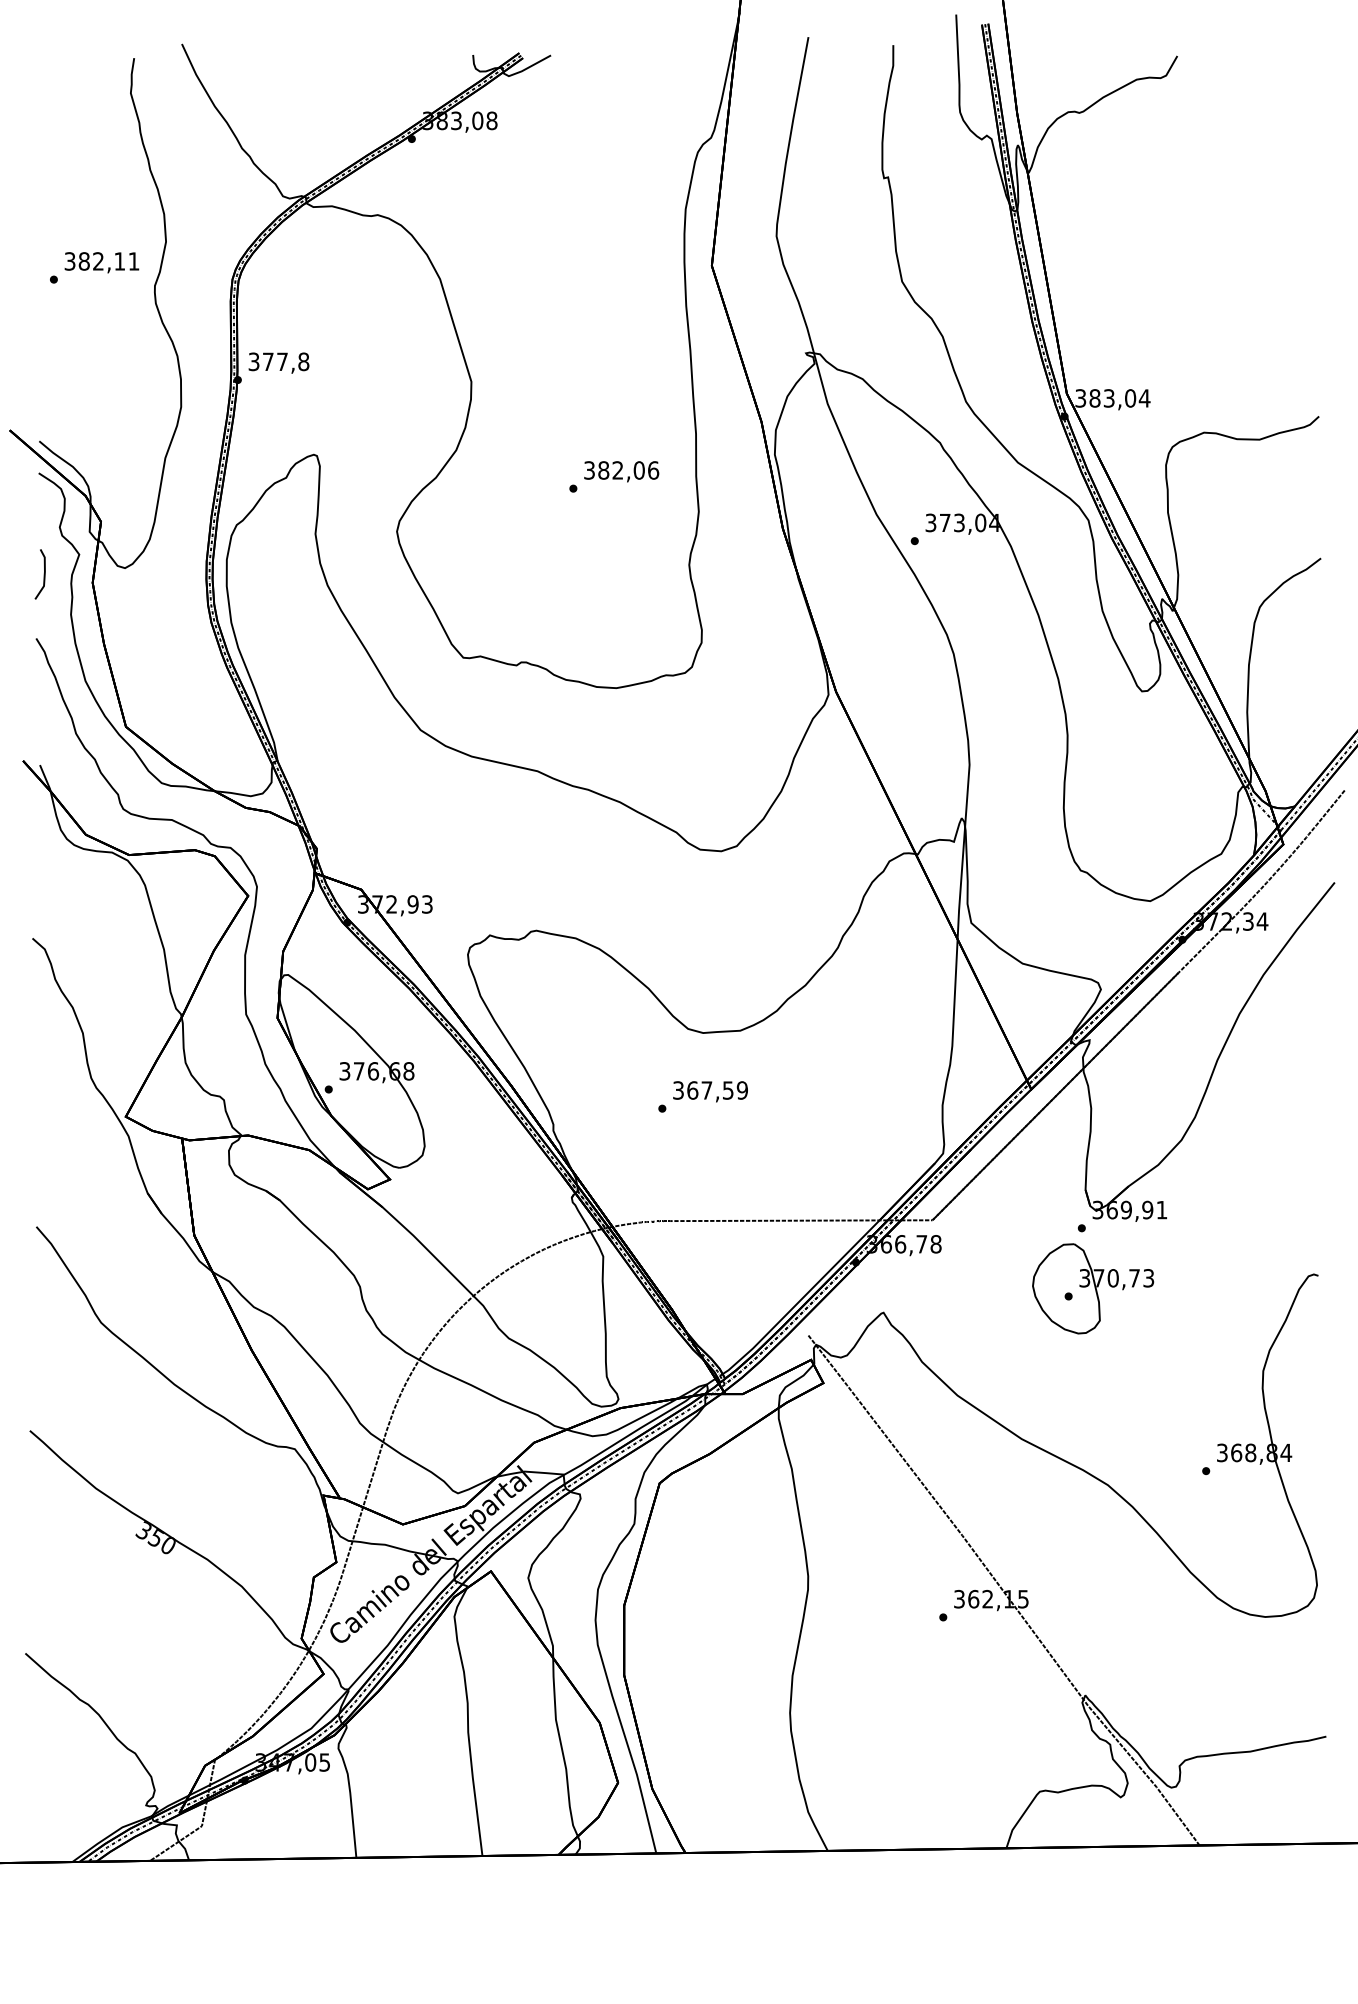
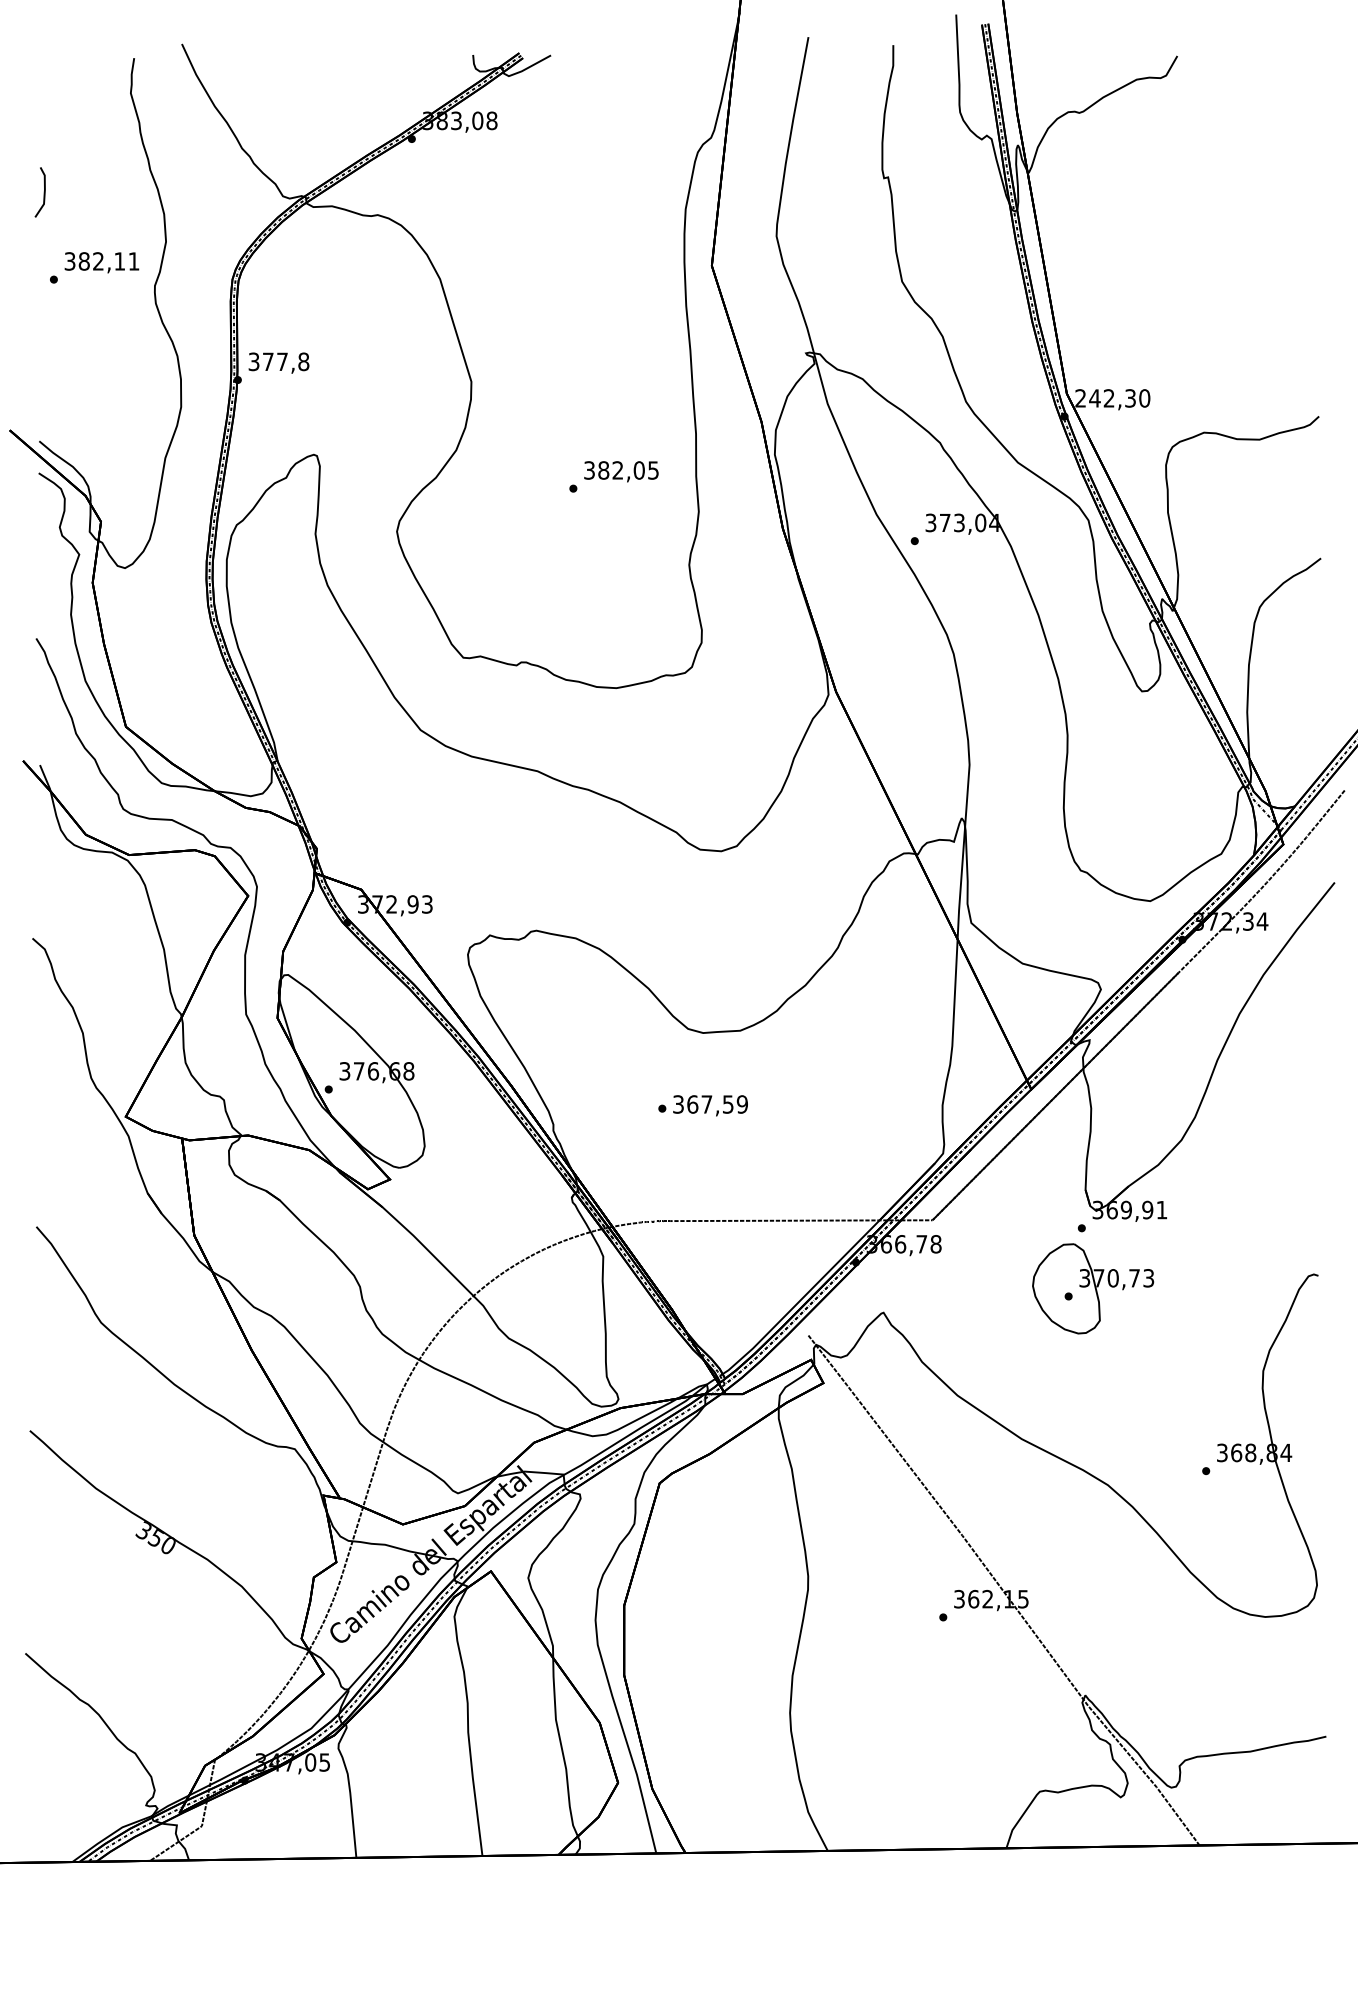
text at (1112, 398): 383,04 -> 242,30
text at (653, 470): 382,06 -> 382,05
line at (43, 574) position: (43, 574) -> (43, 192)
text at (710, 1091) position: (710, 1091) -> (710, 1105)
